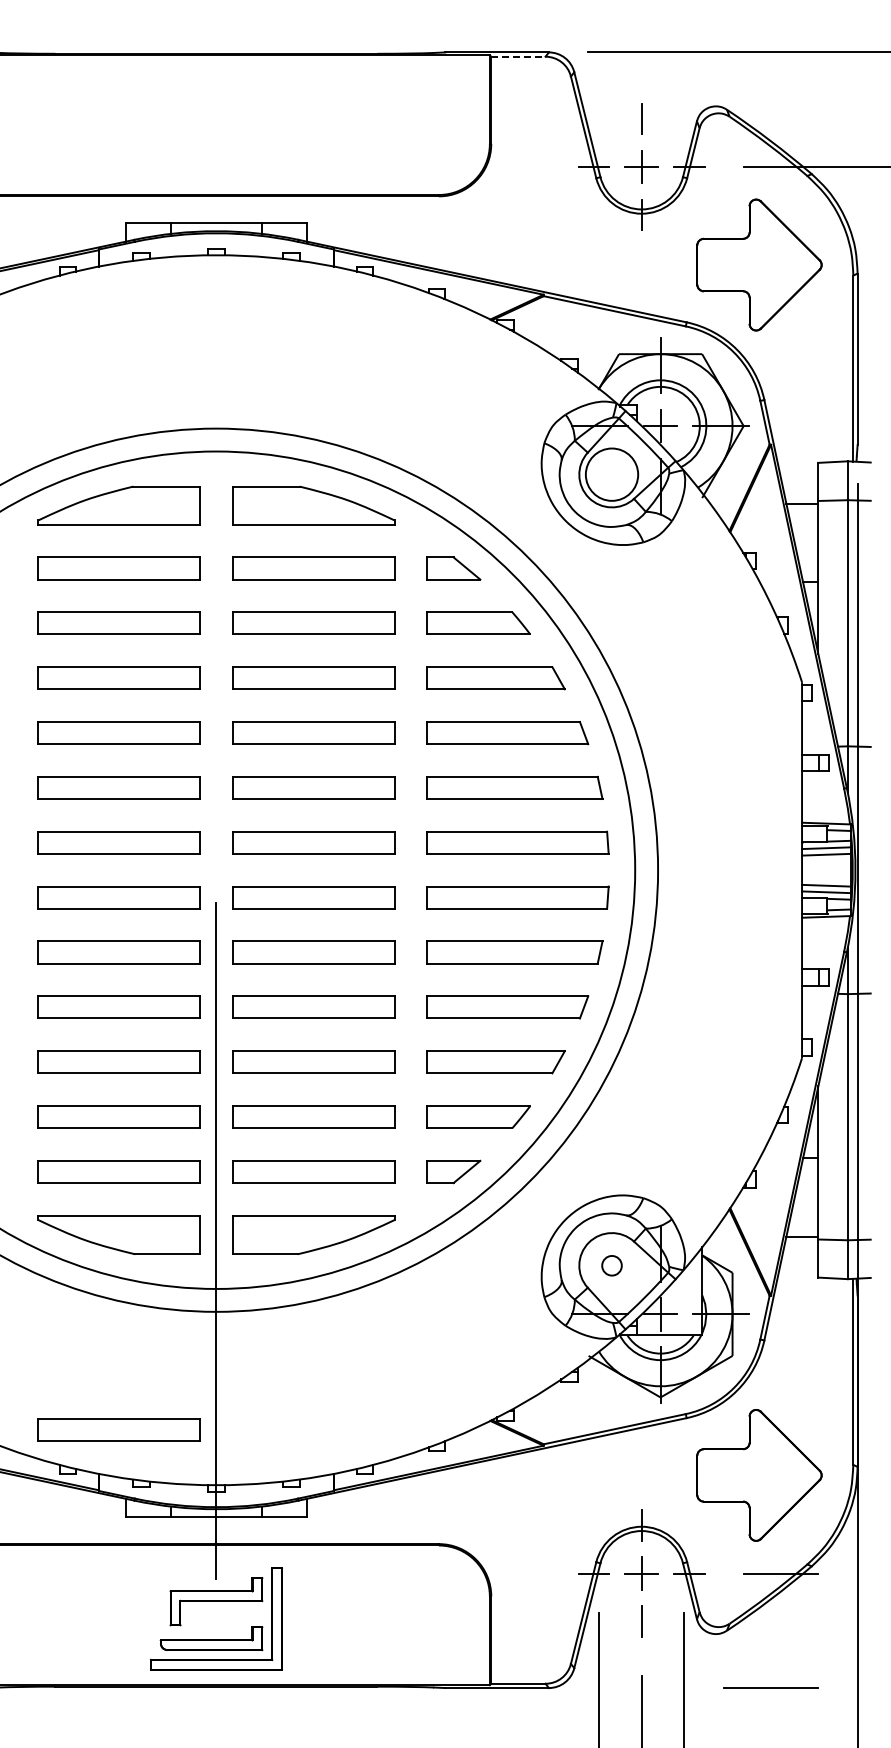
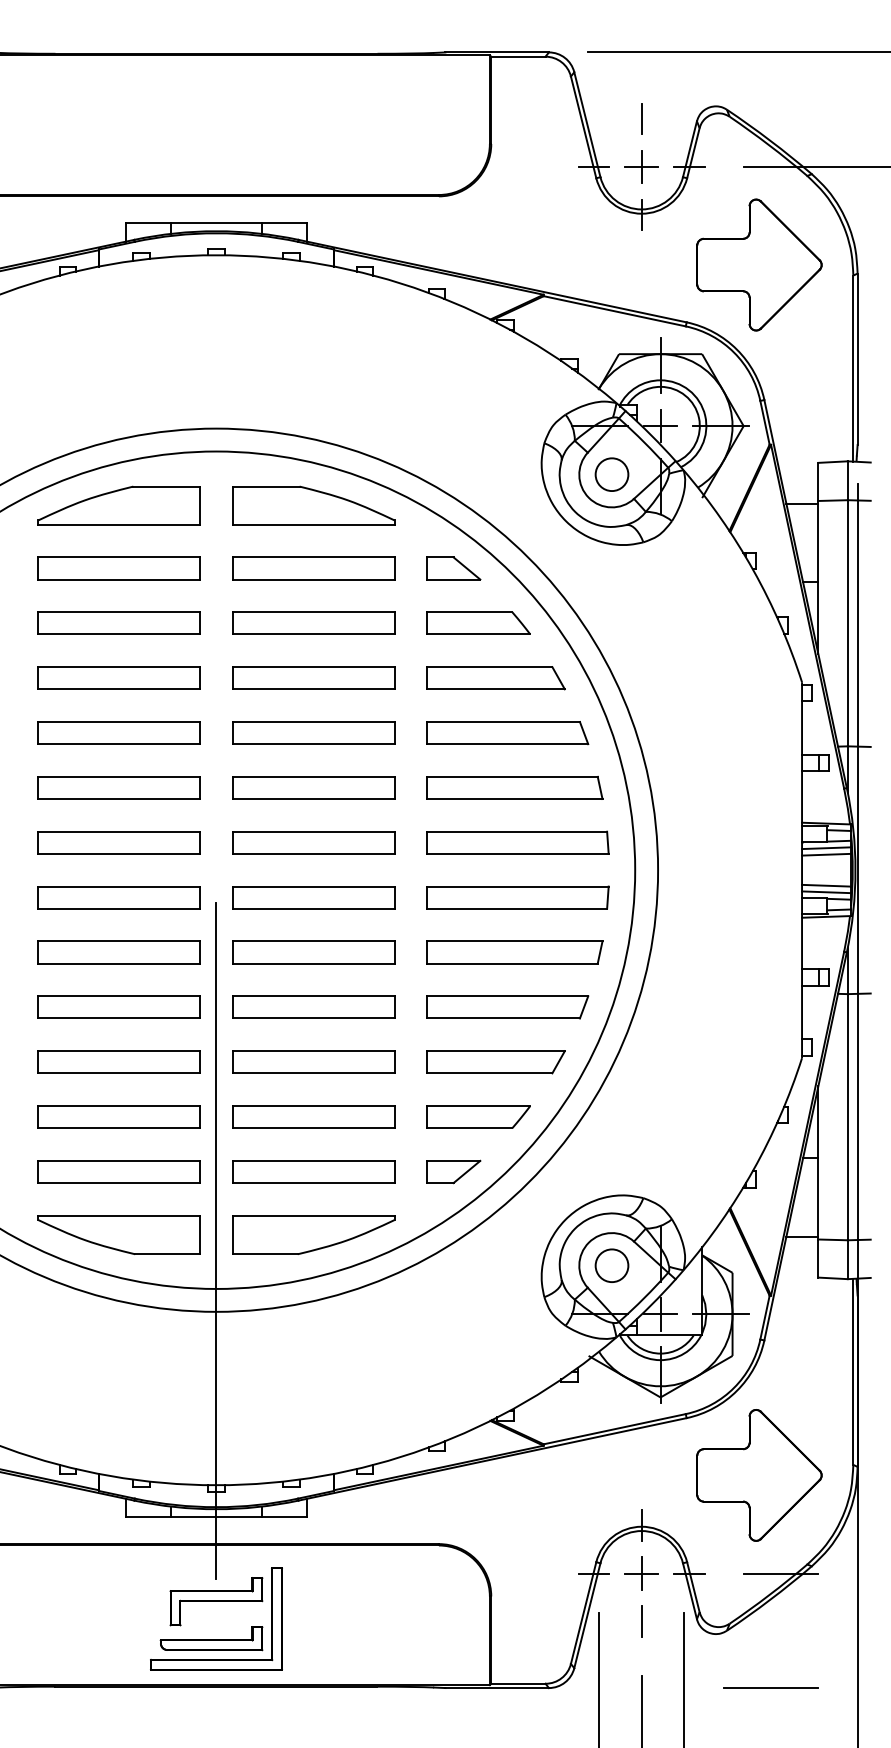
line at (518, 56): dashed -> solid
circle at (611, 474) diameter: 52 px -> 33 px
circle at (611, 1265) diameter: 20 px -> 33 px
part at (118, 1429): present -> none
